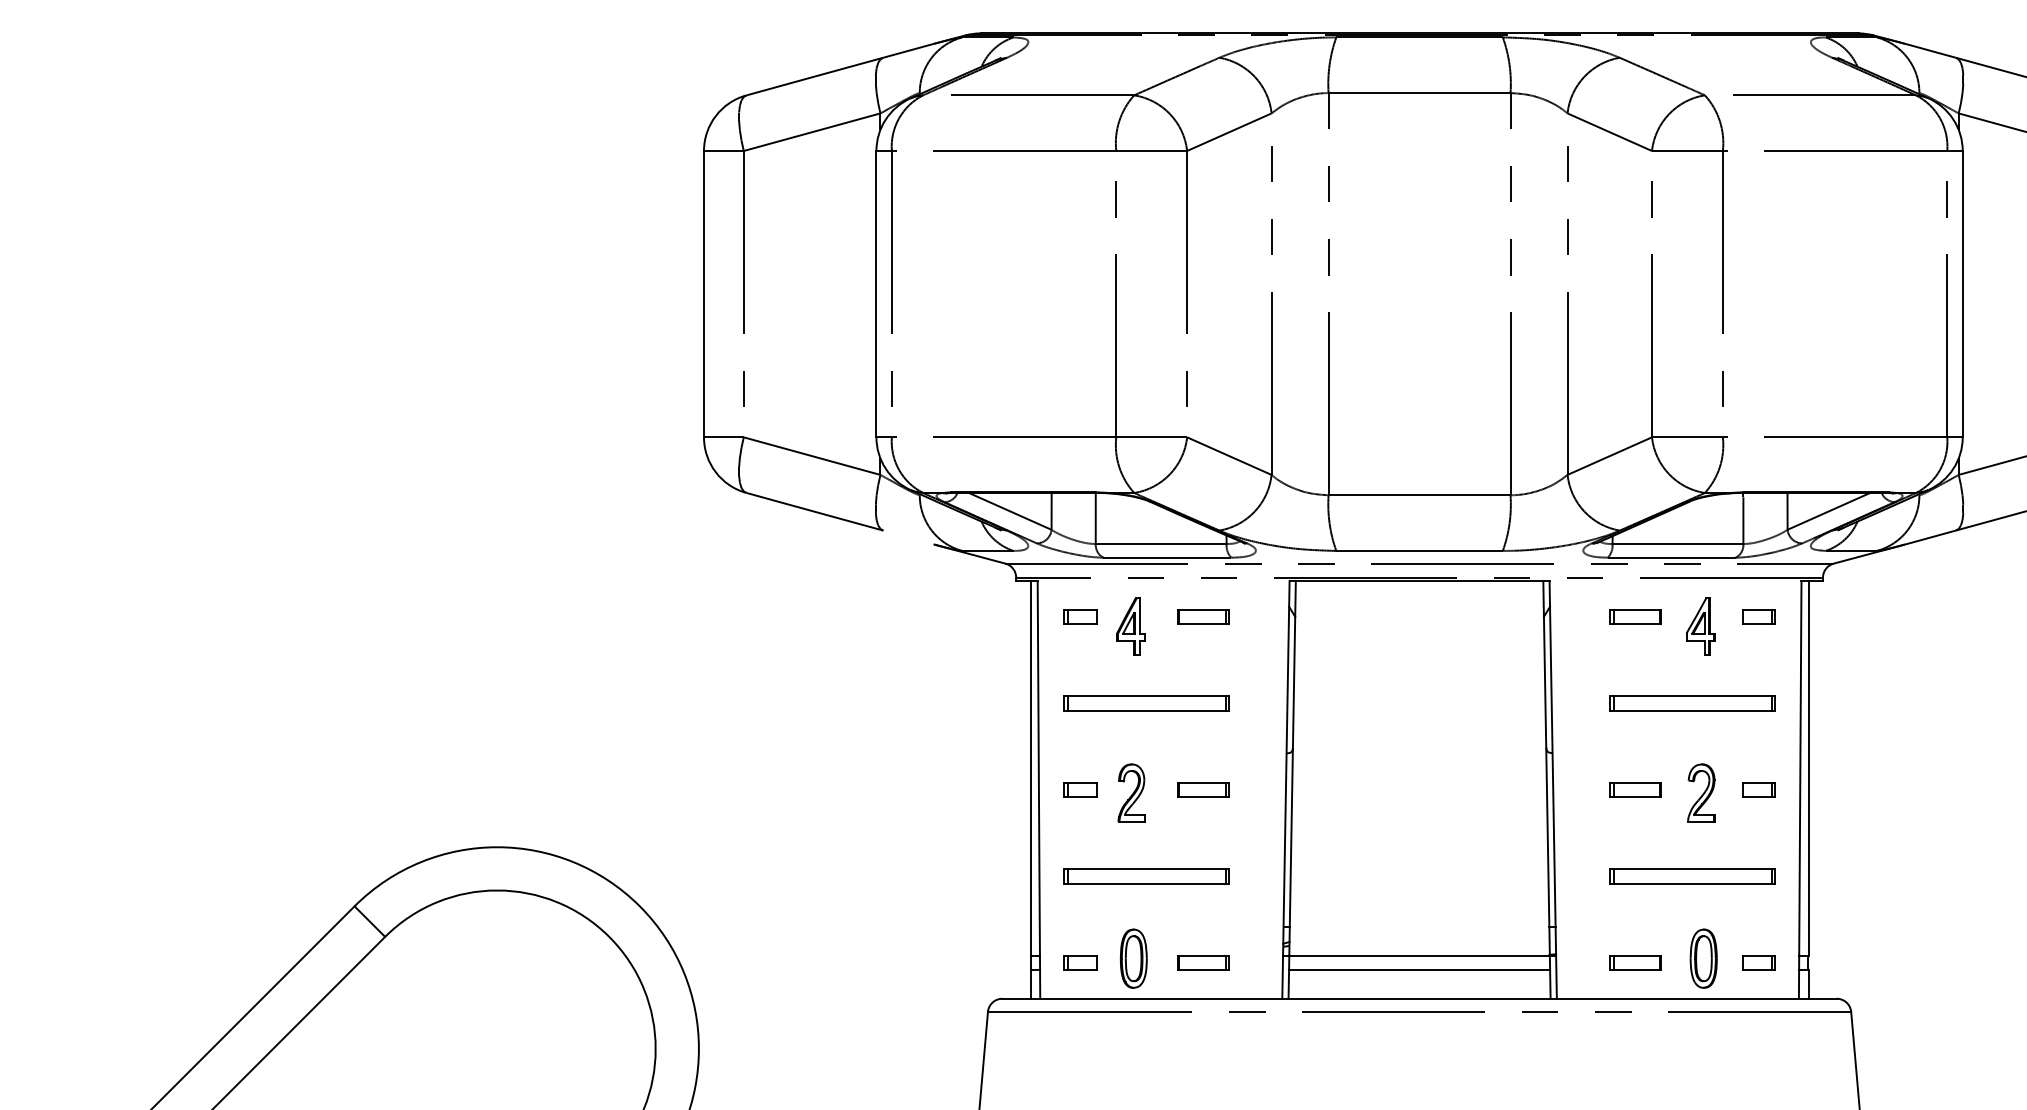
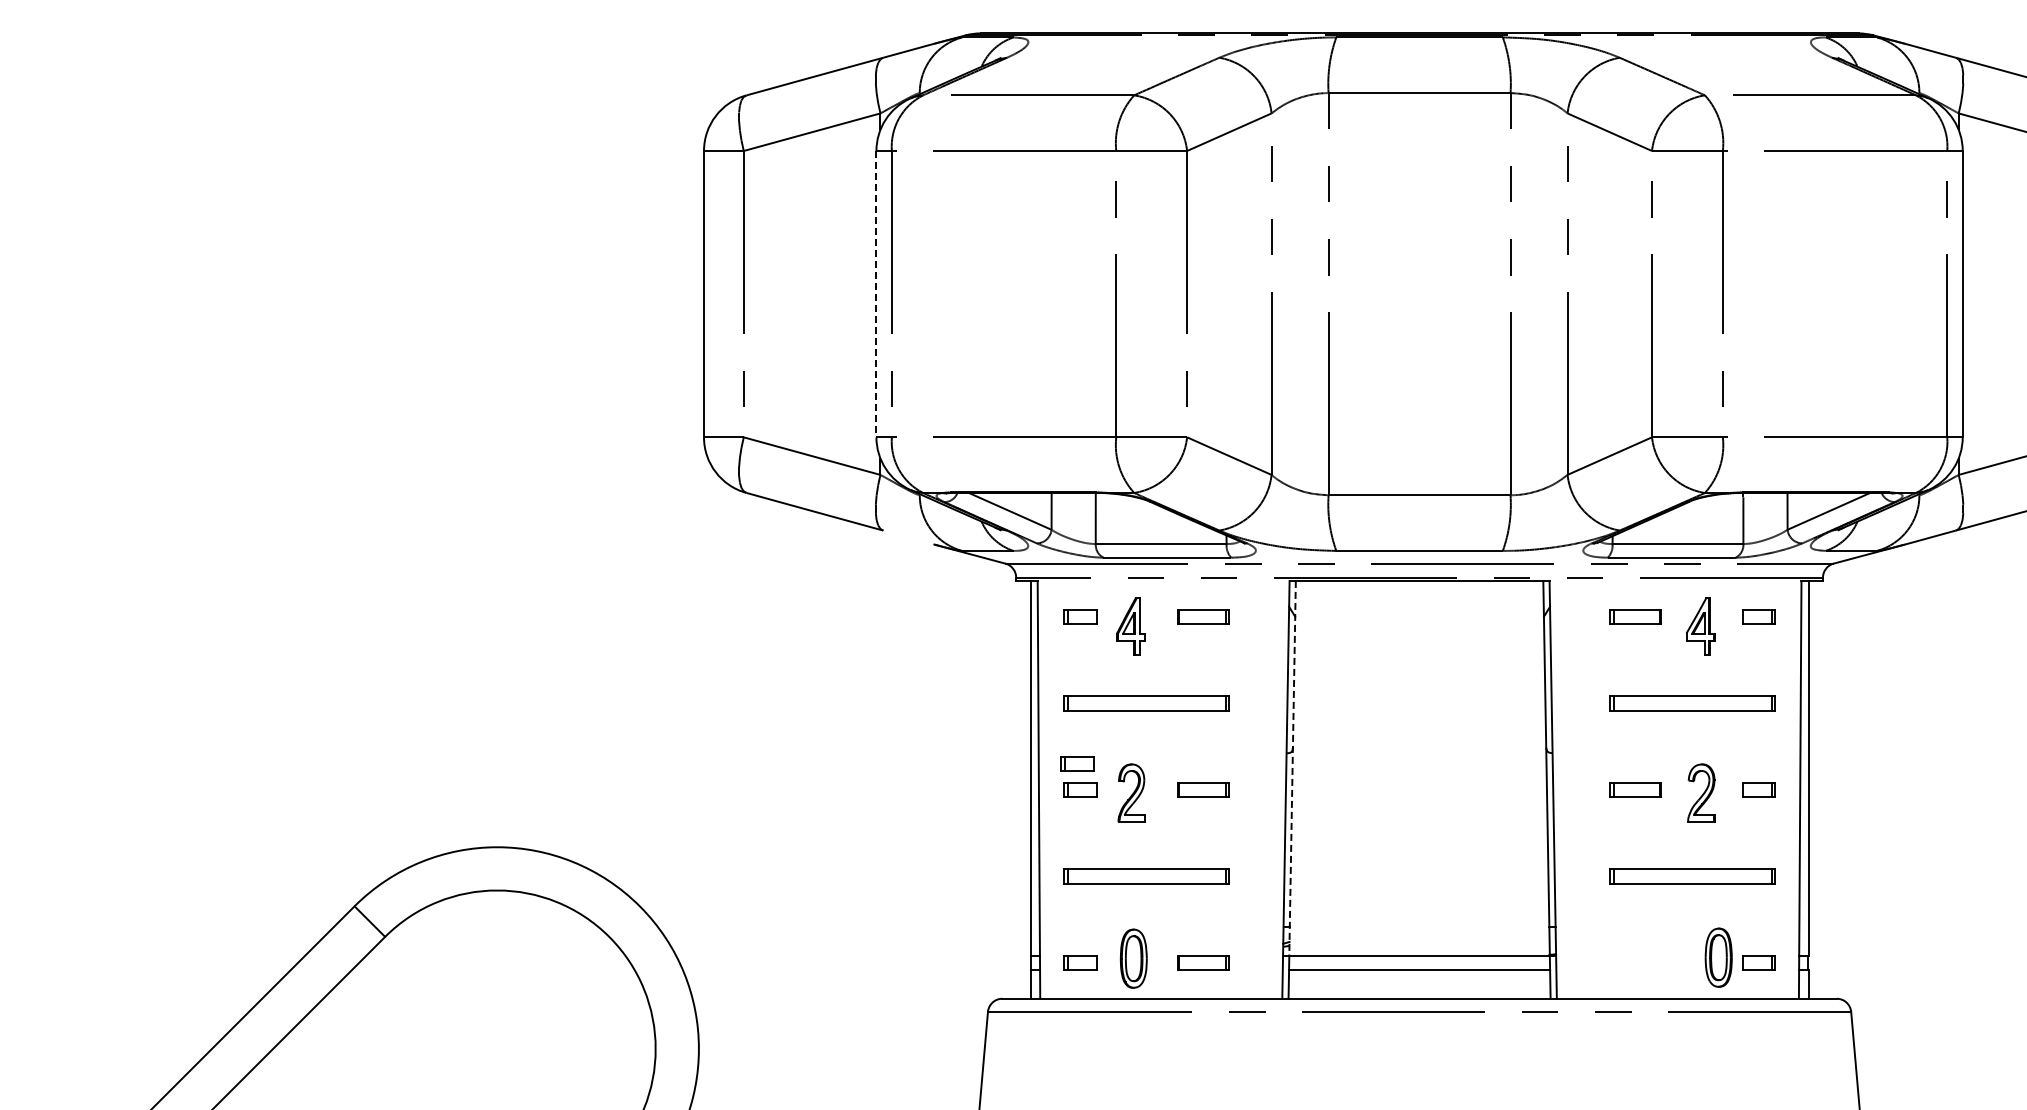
line at (876, 294): solid -> dashed
part at (1077, 763): none -> present
line at (1292, 768): solid -> dashed
part at (1703, 958) position: (1703, 958) -> (1718, 957)
part at (1635, 962): present -> none
